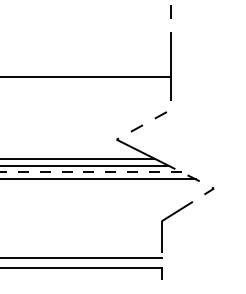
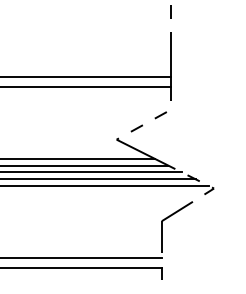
line at (86, 87): none -> present
line at (90, 172): dashed -> solid
line at (105, 186): none -> present
